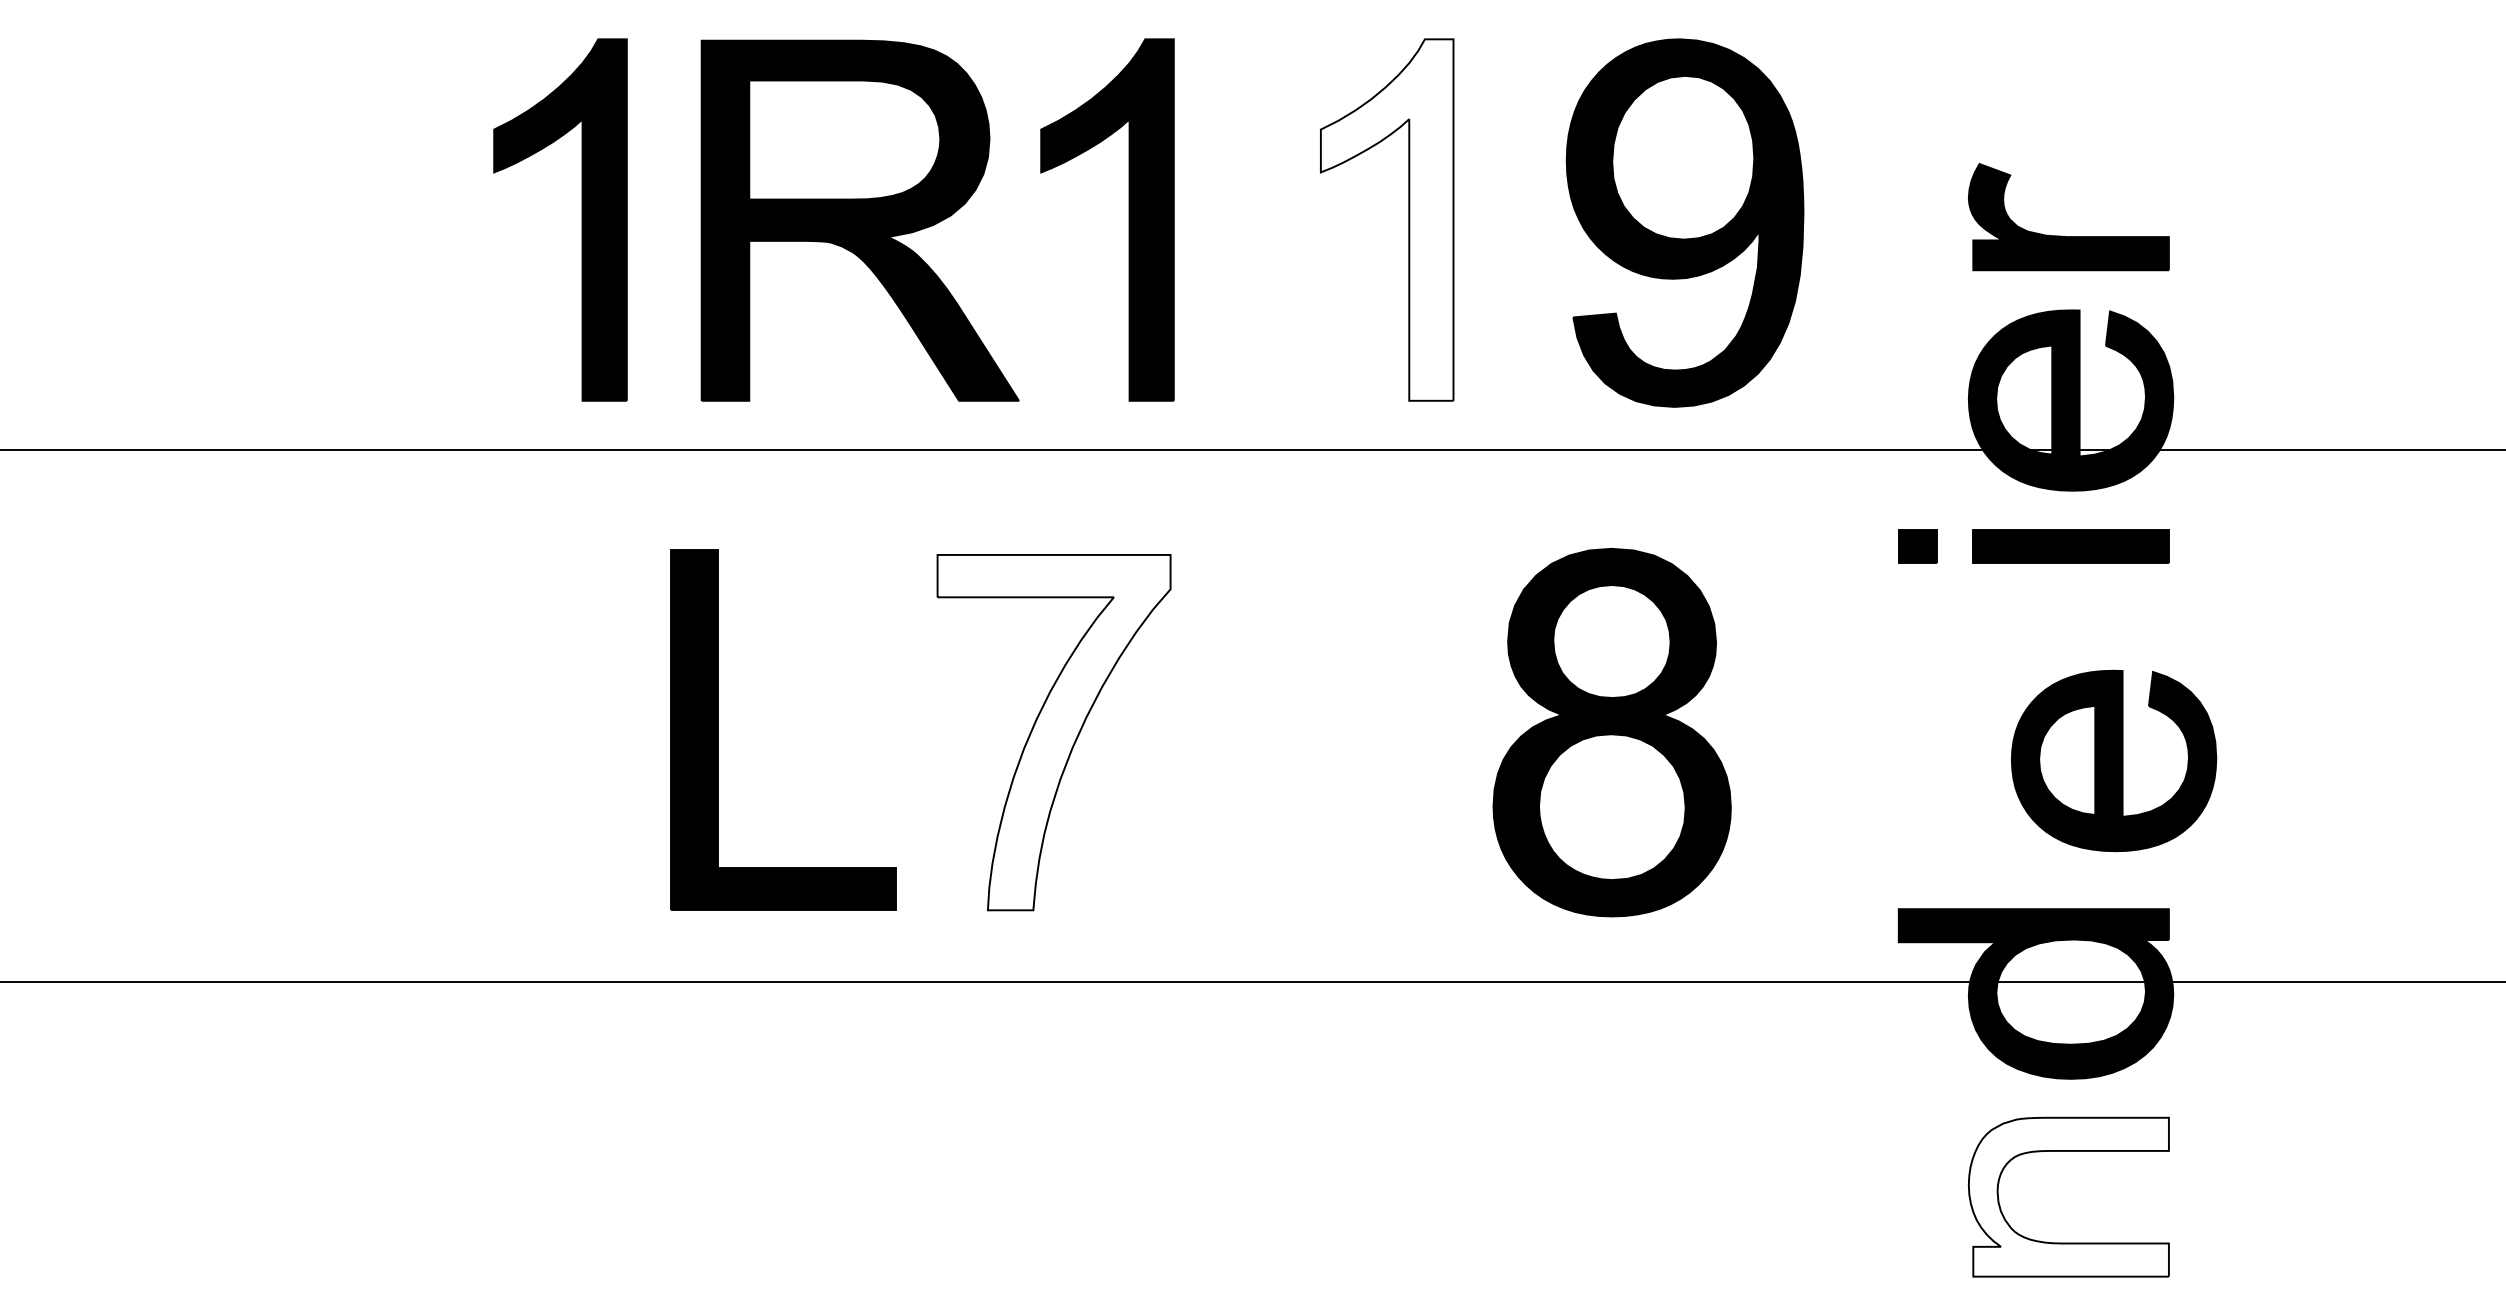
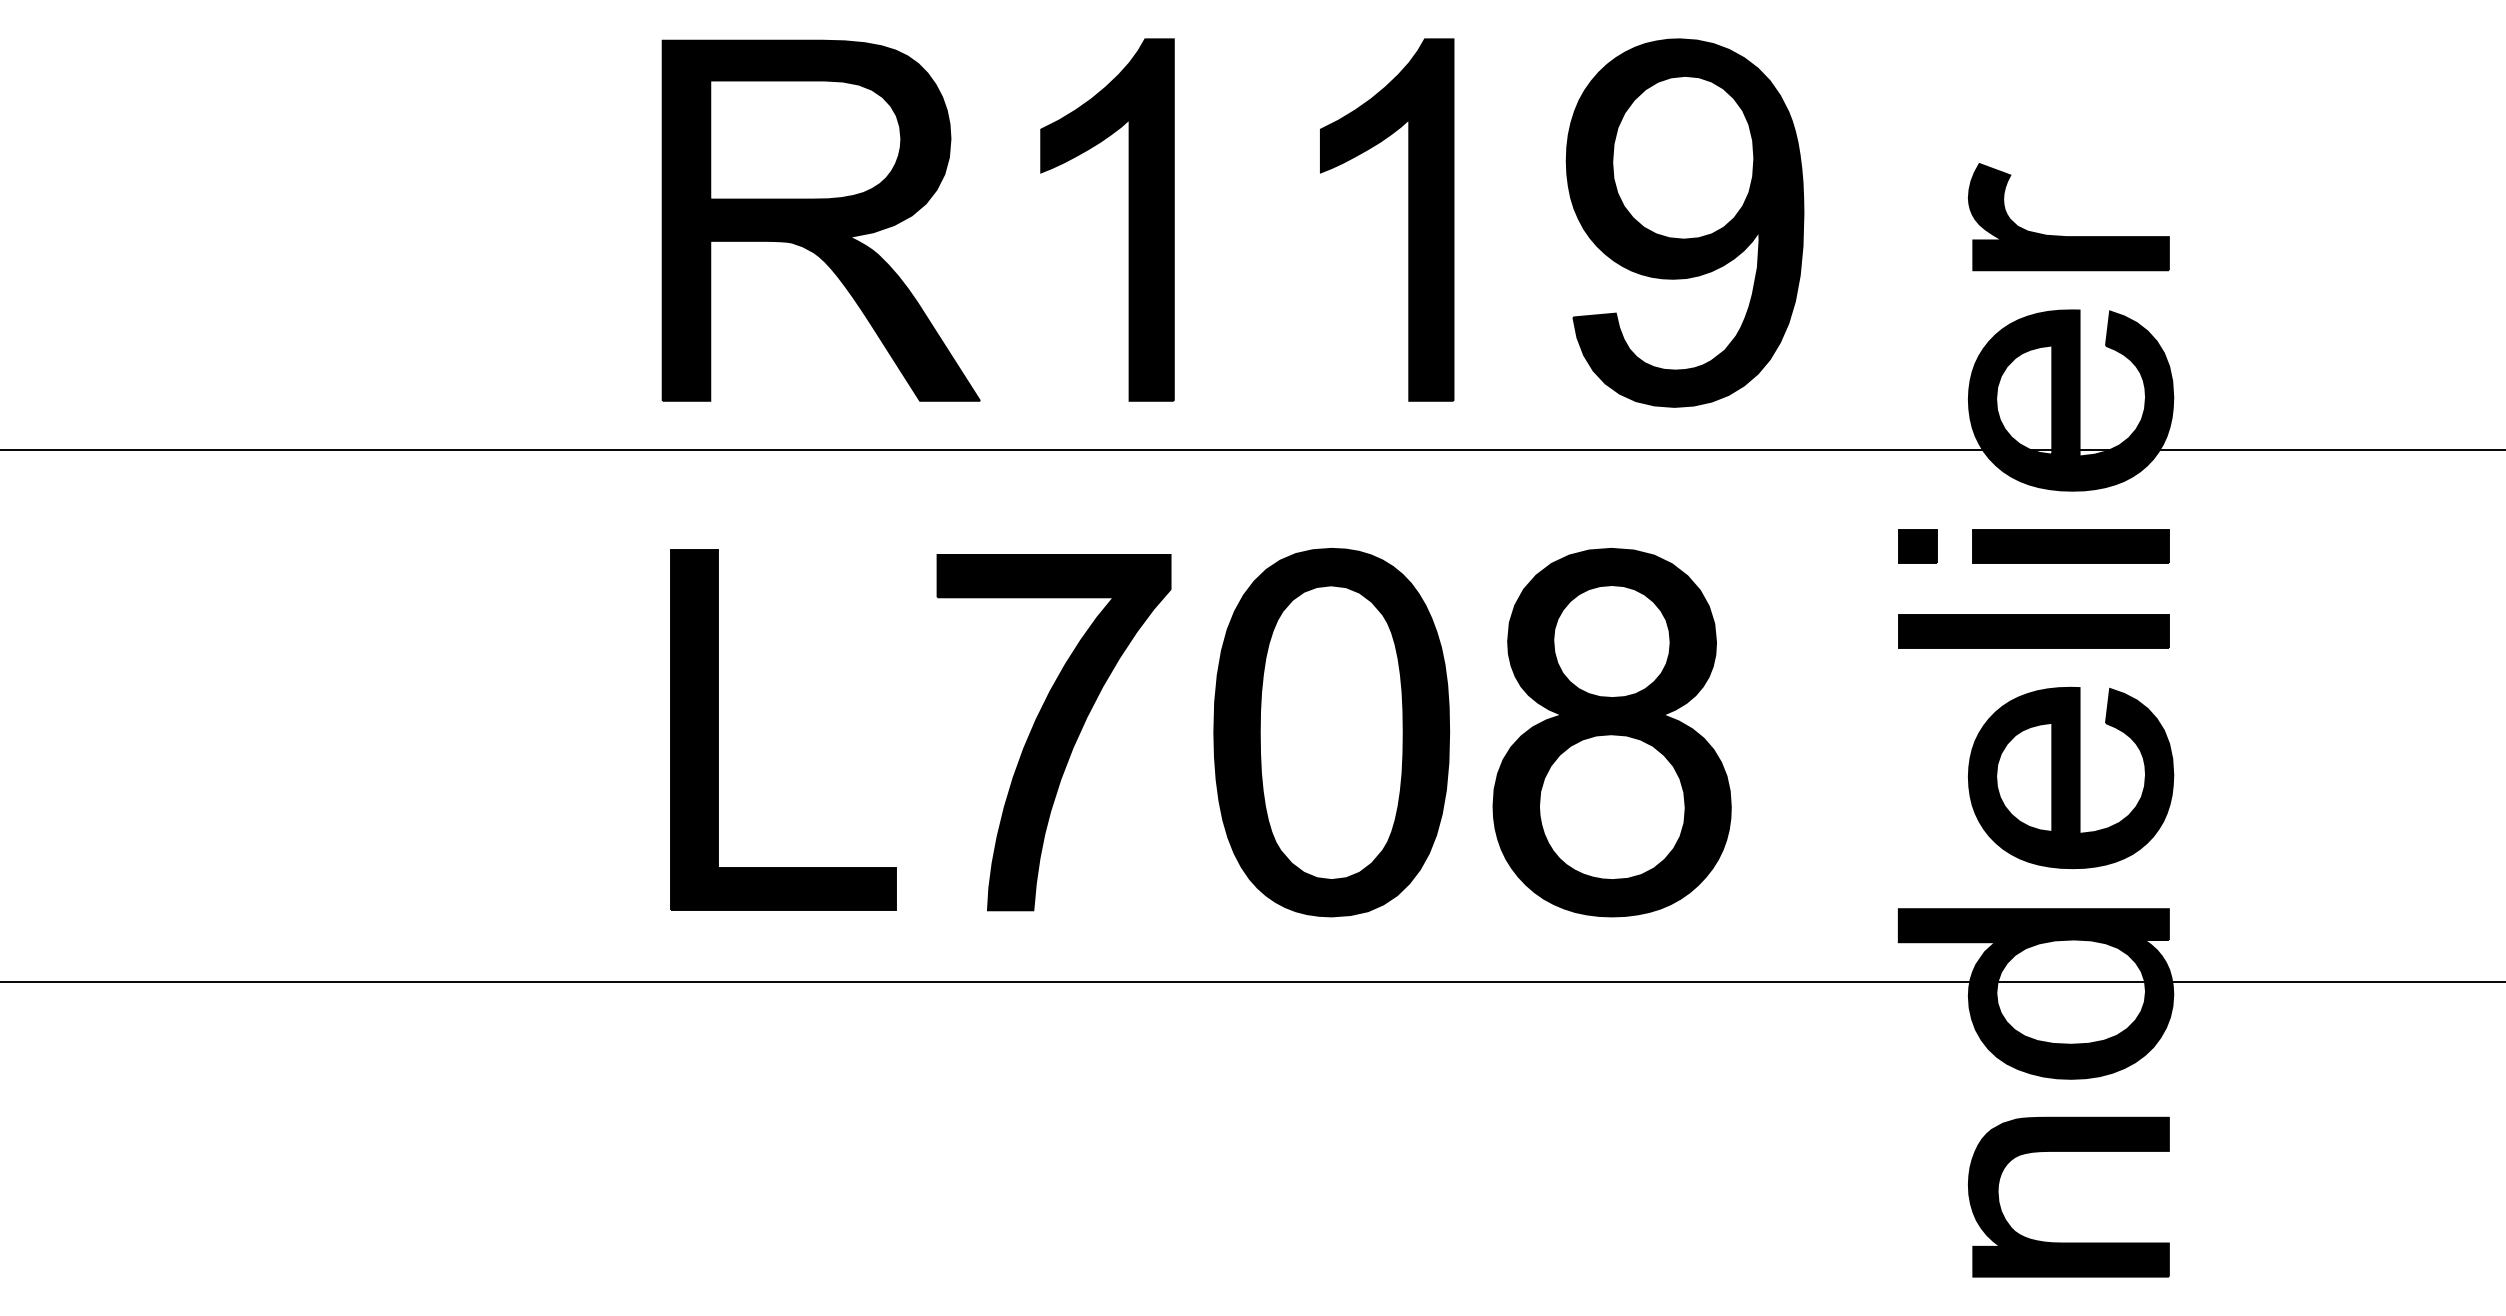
part at (581, 219): present -> none
fill at (1386, 219): none -> present
part at (859, 220) position: (859, 220) -> (820, 220)
part at (2033, 631): none -> present
fill at (1053, 732): none -> present
part at (1331, 732): none -> present
part at (2113, 760) position: (2113, 760) -> (2070, 777)
fill at (2068, 1196): none -> present
